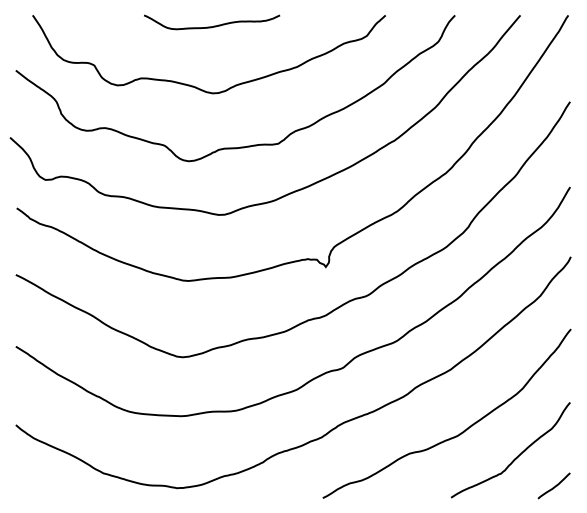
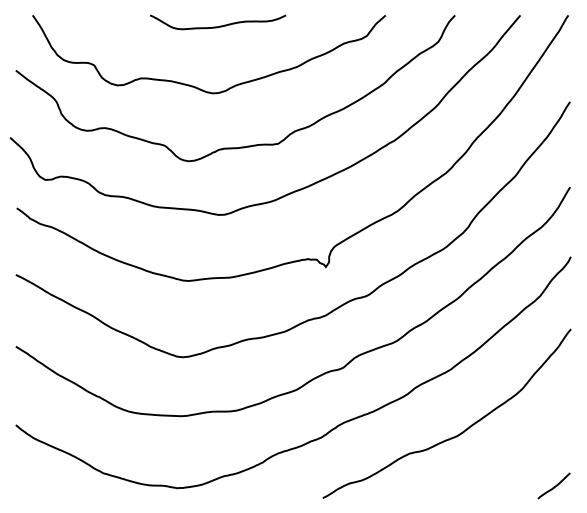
curve at (213, 25) position: (213, 25) -> (219, 25)
curve at (516, 456): present -> none
